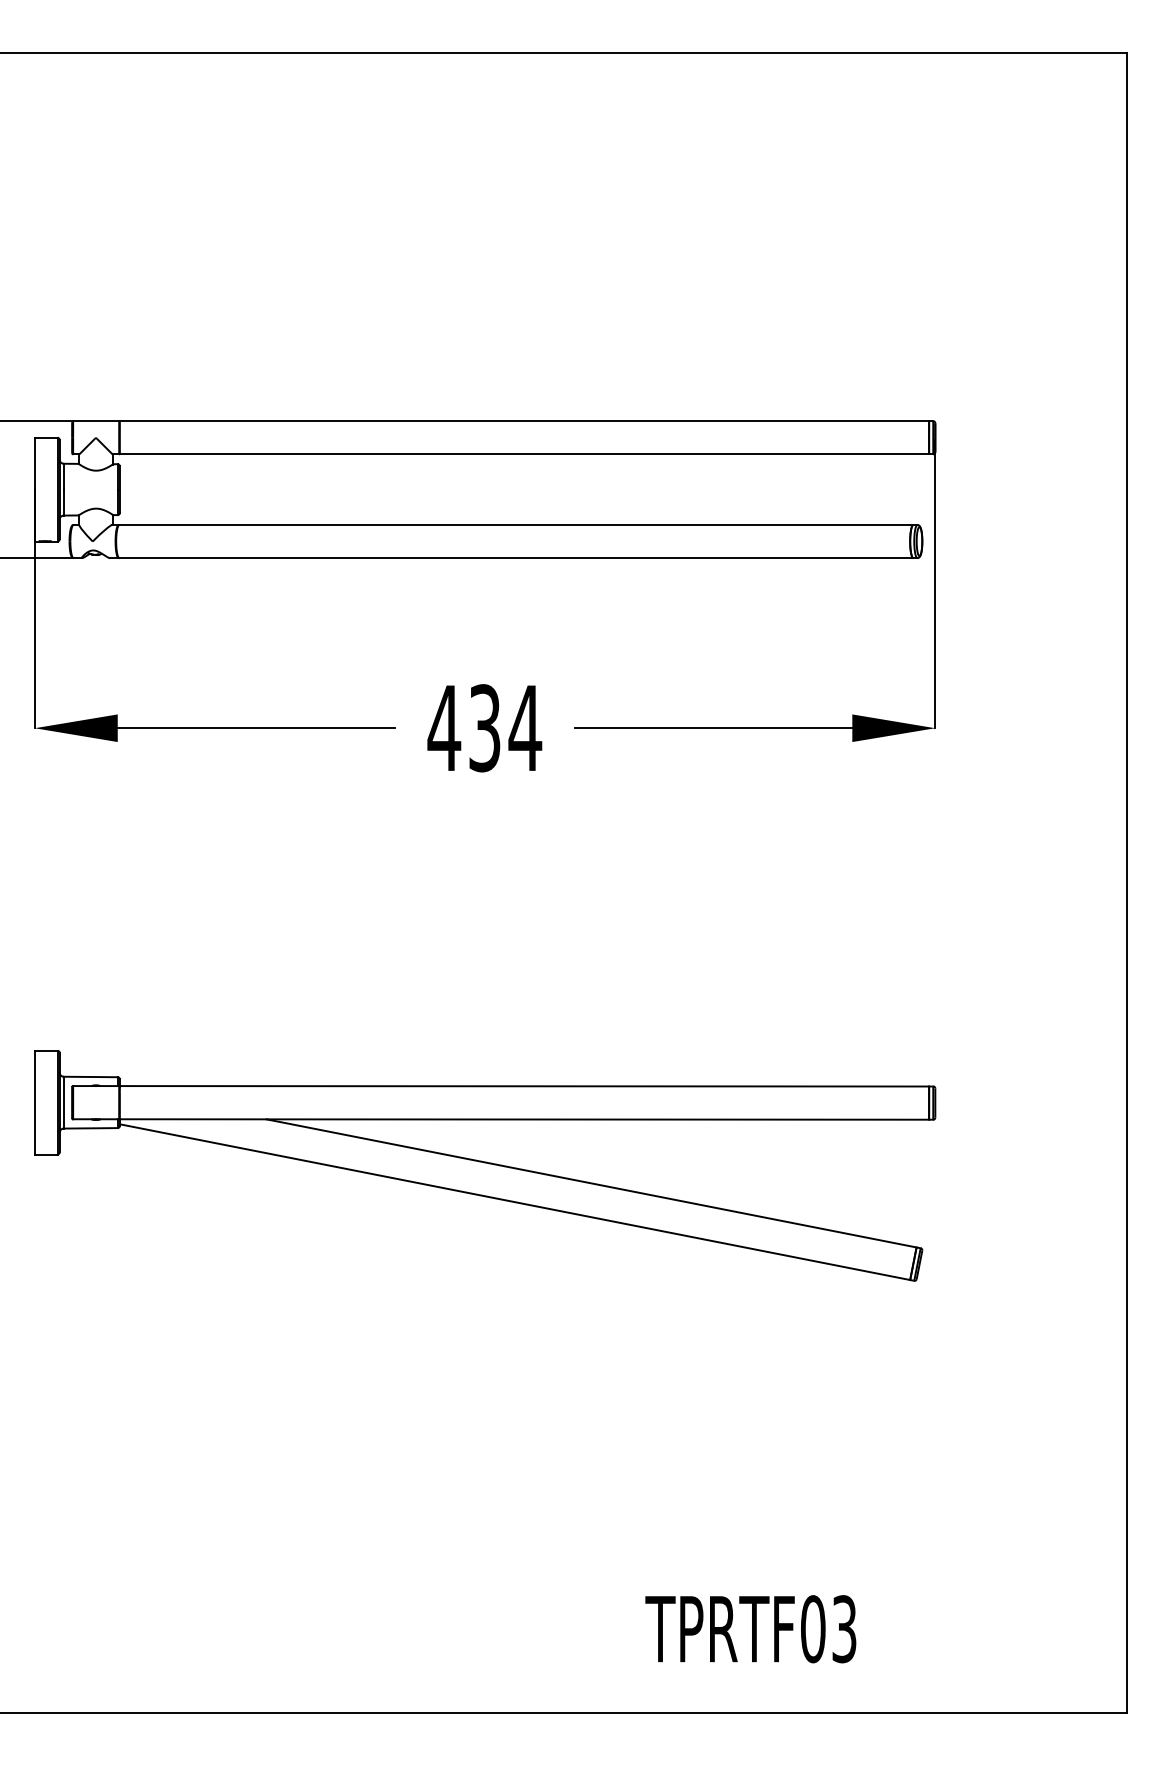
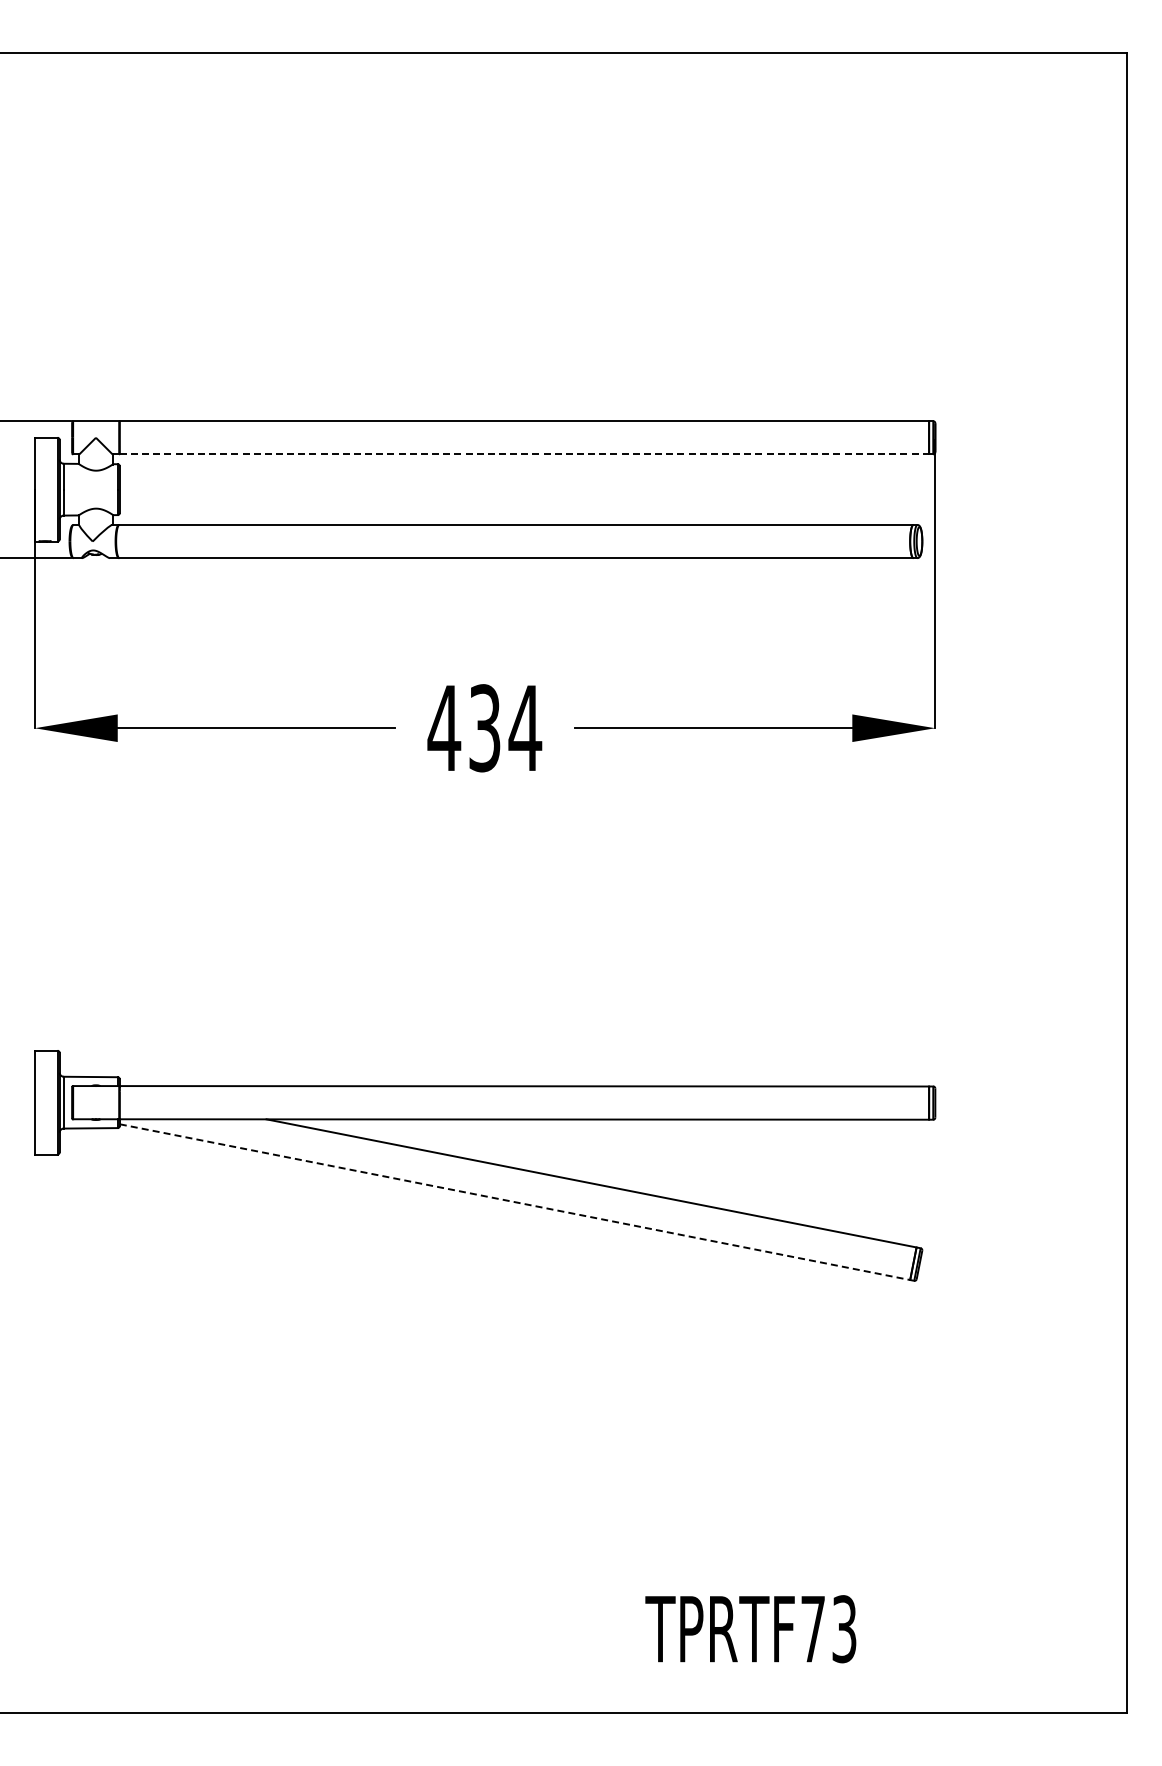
line at (524, 454): solid -> dashed
line at (515, 1202): solid -> dashed
text at (813, 1629): TPRTF03 -> TPRTF73
